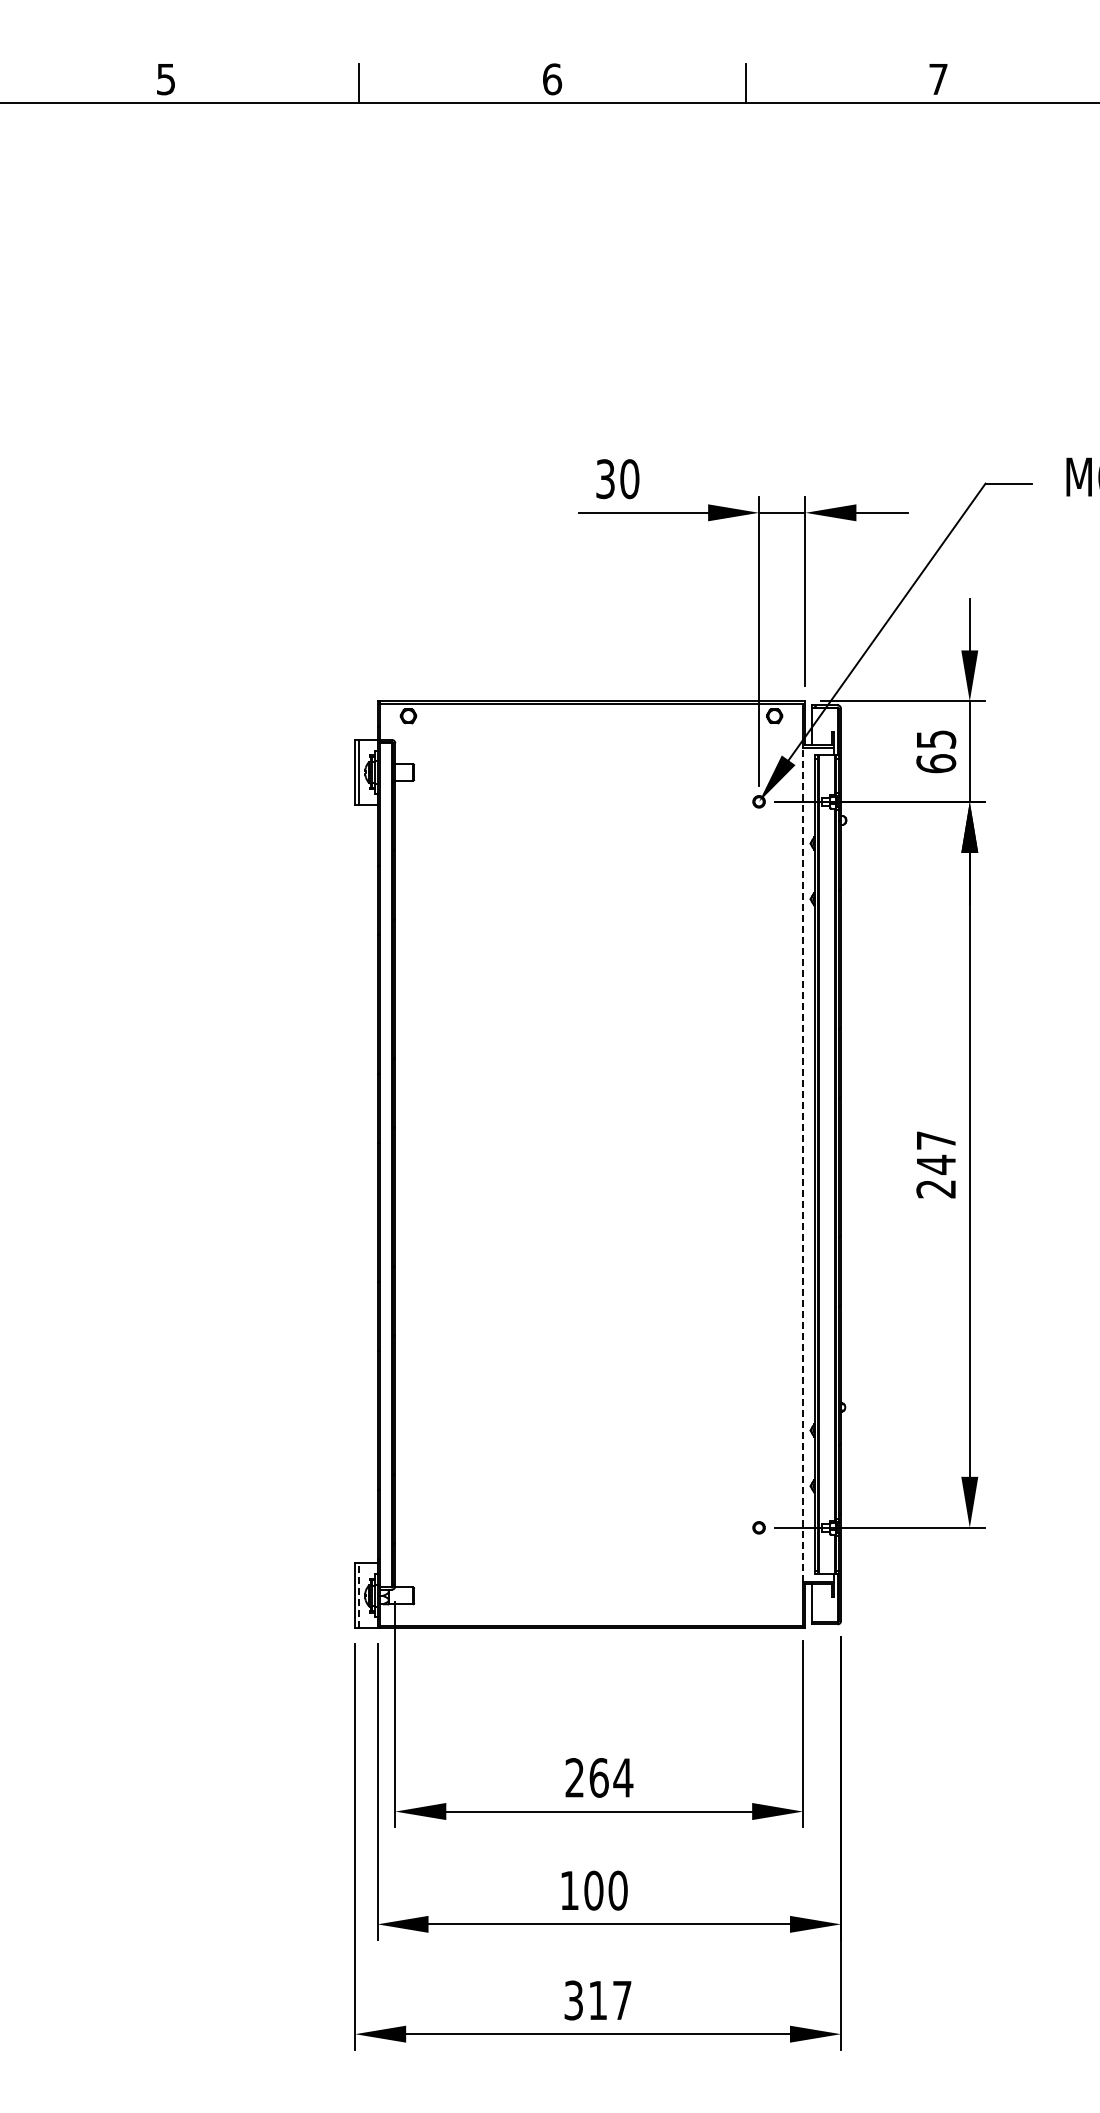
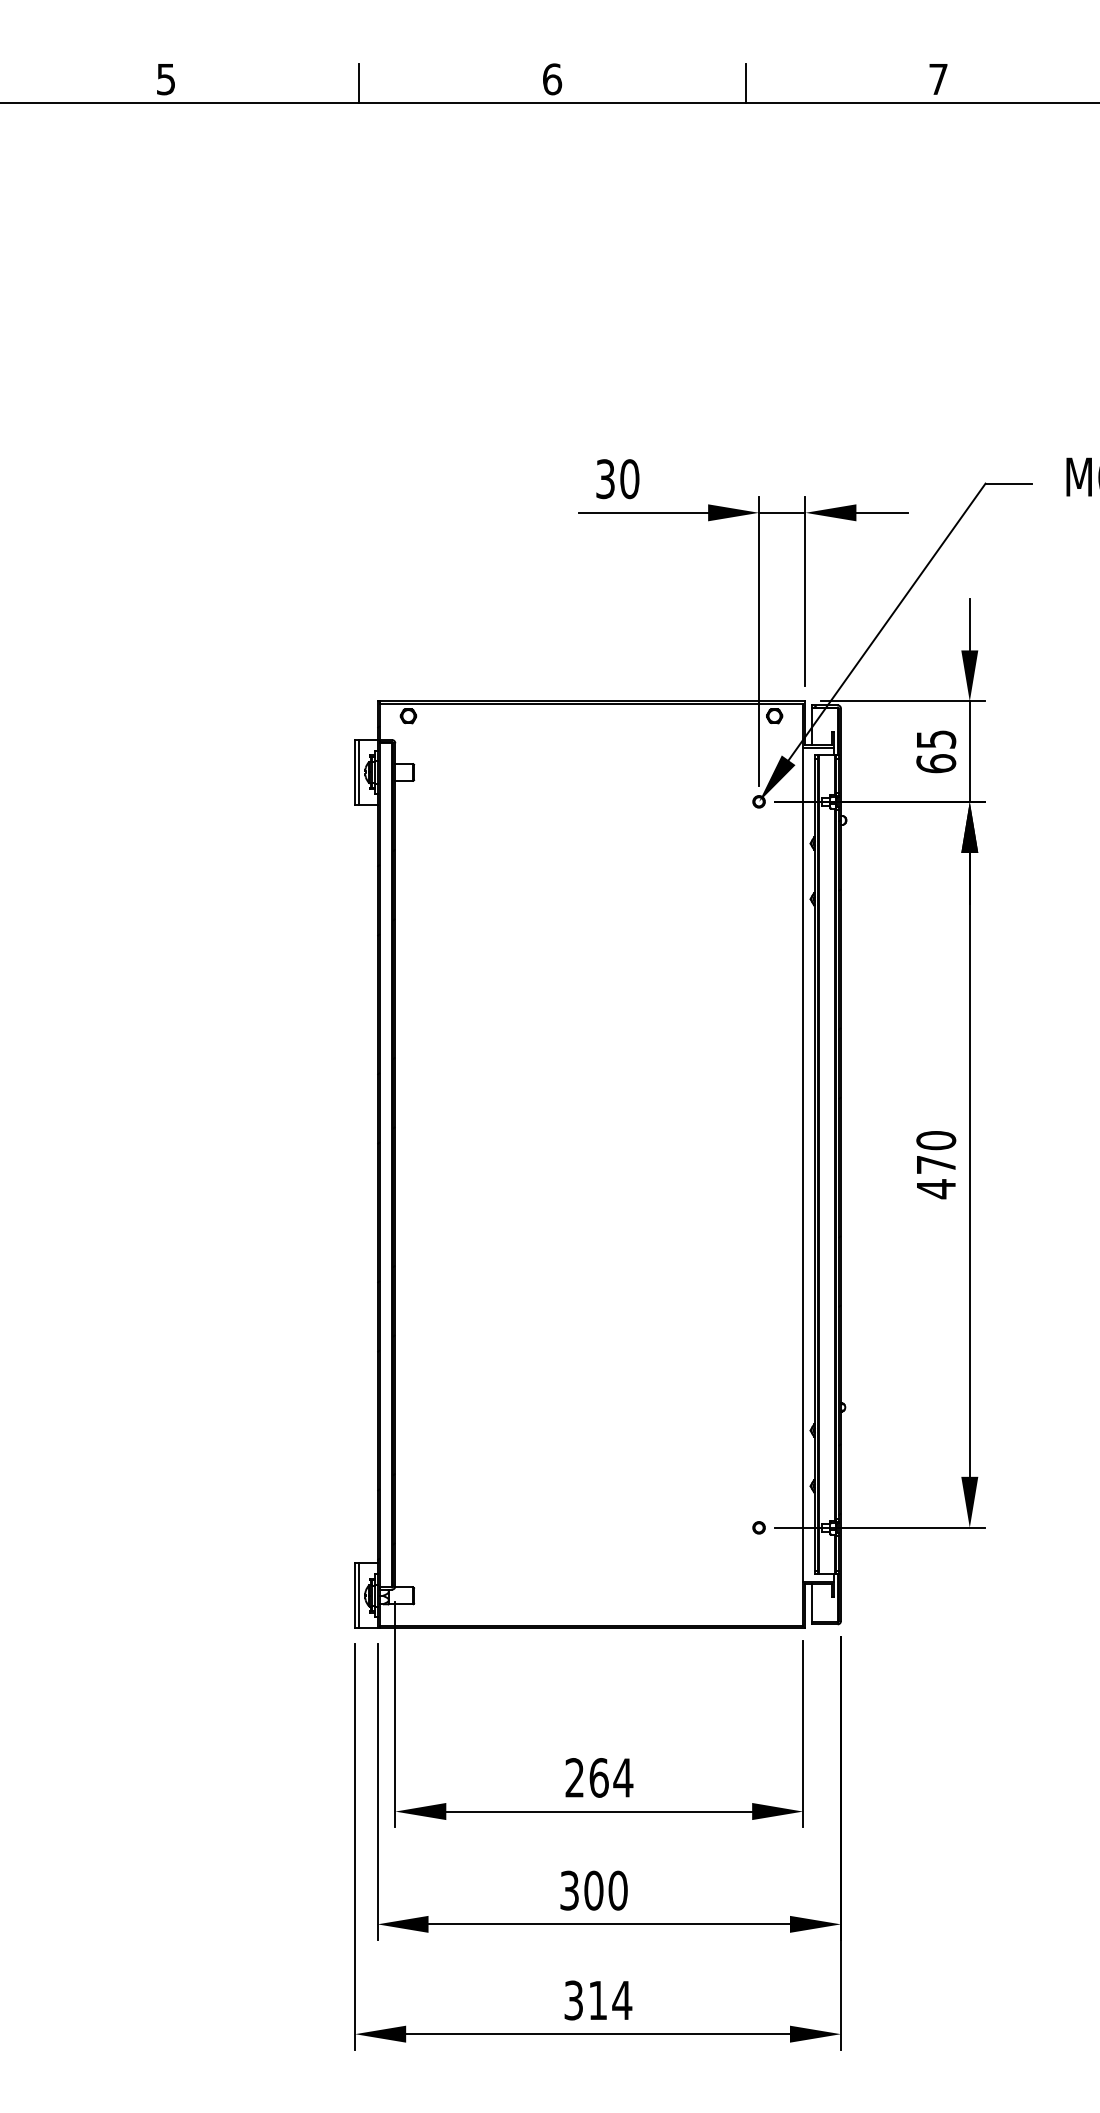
line at (803, 1164): dashed -> solid
text at (936, 1165): 247 -> 470
line at (359, 1595): dashed -> solid
text at (569, 1890): 100 -> 300
text at (622, 2000): 317 -> 314
